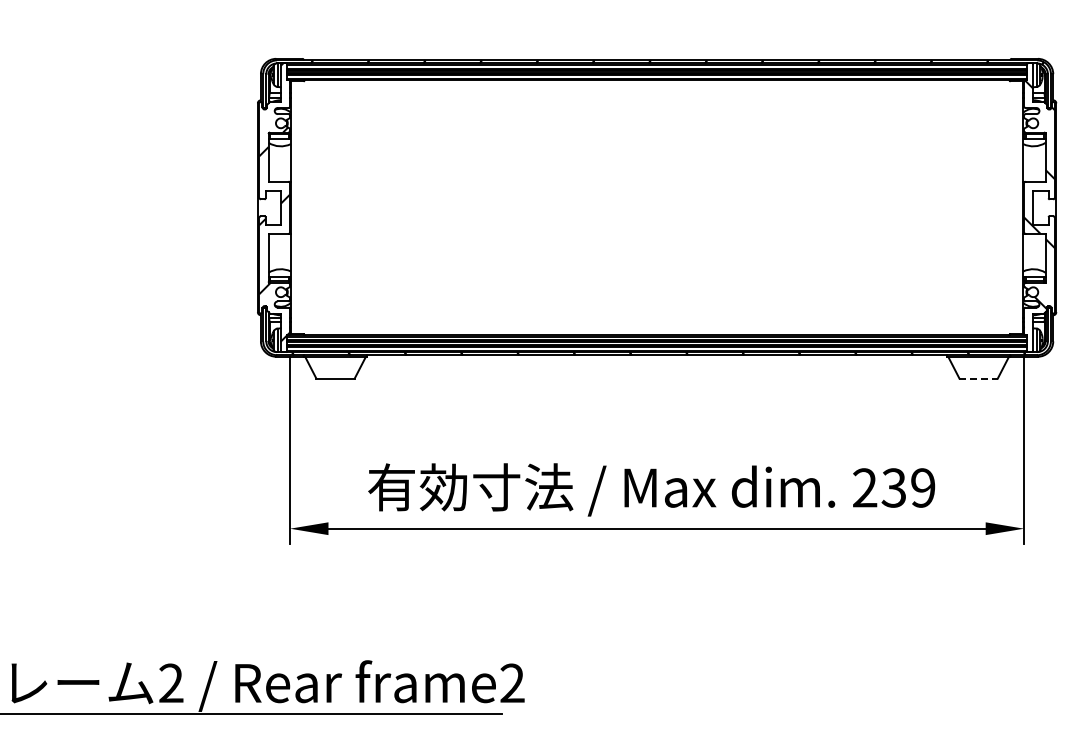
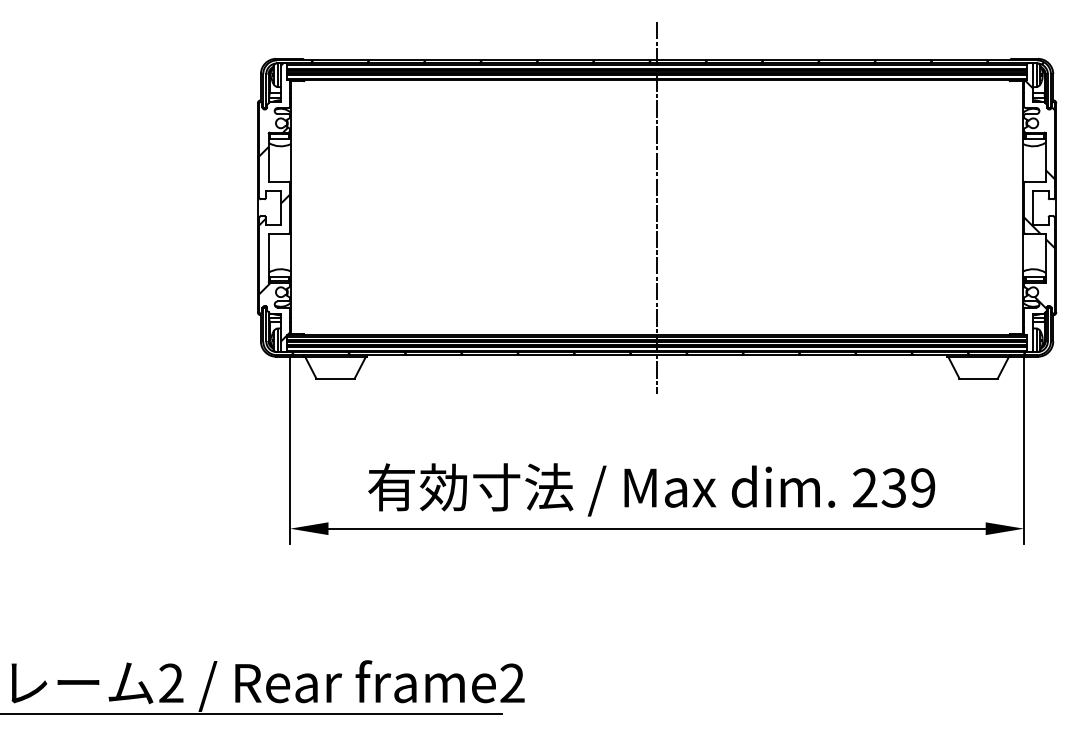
line at (657, 207): none -> present
line at (979, 378): dashed -> solid
